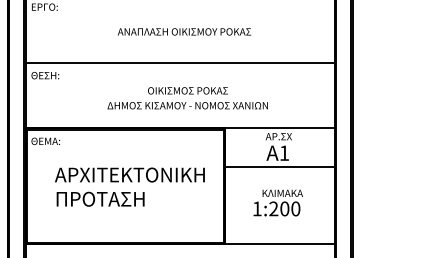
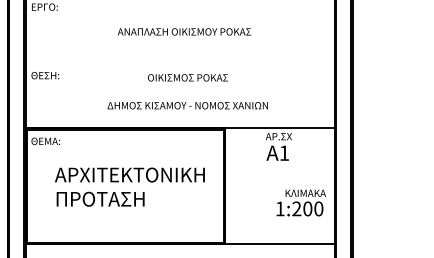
line at (179, 62): present -> none
text at (187, 90) position: (187, 90) -> (187, 77)
line at (279, 167): present -> none
text at (277, 202) position: (277, 202) -> (300, 202)
